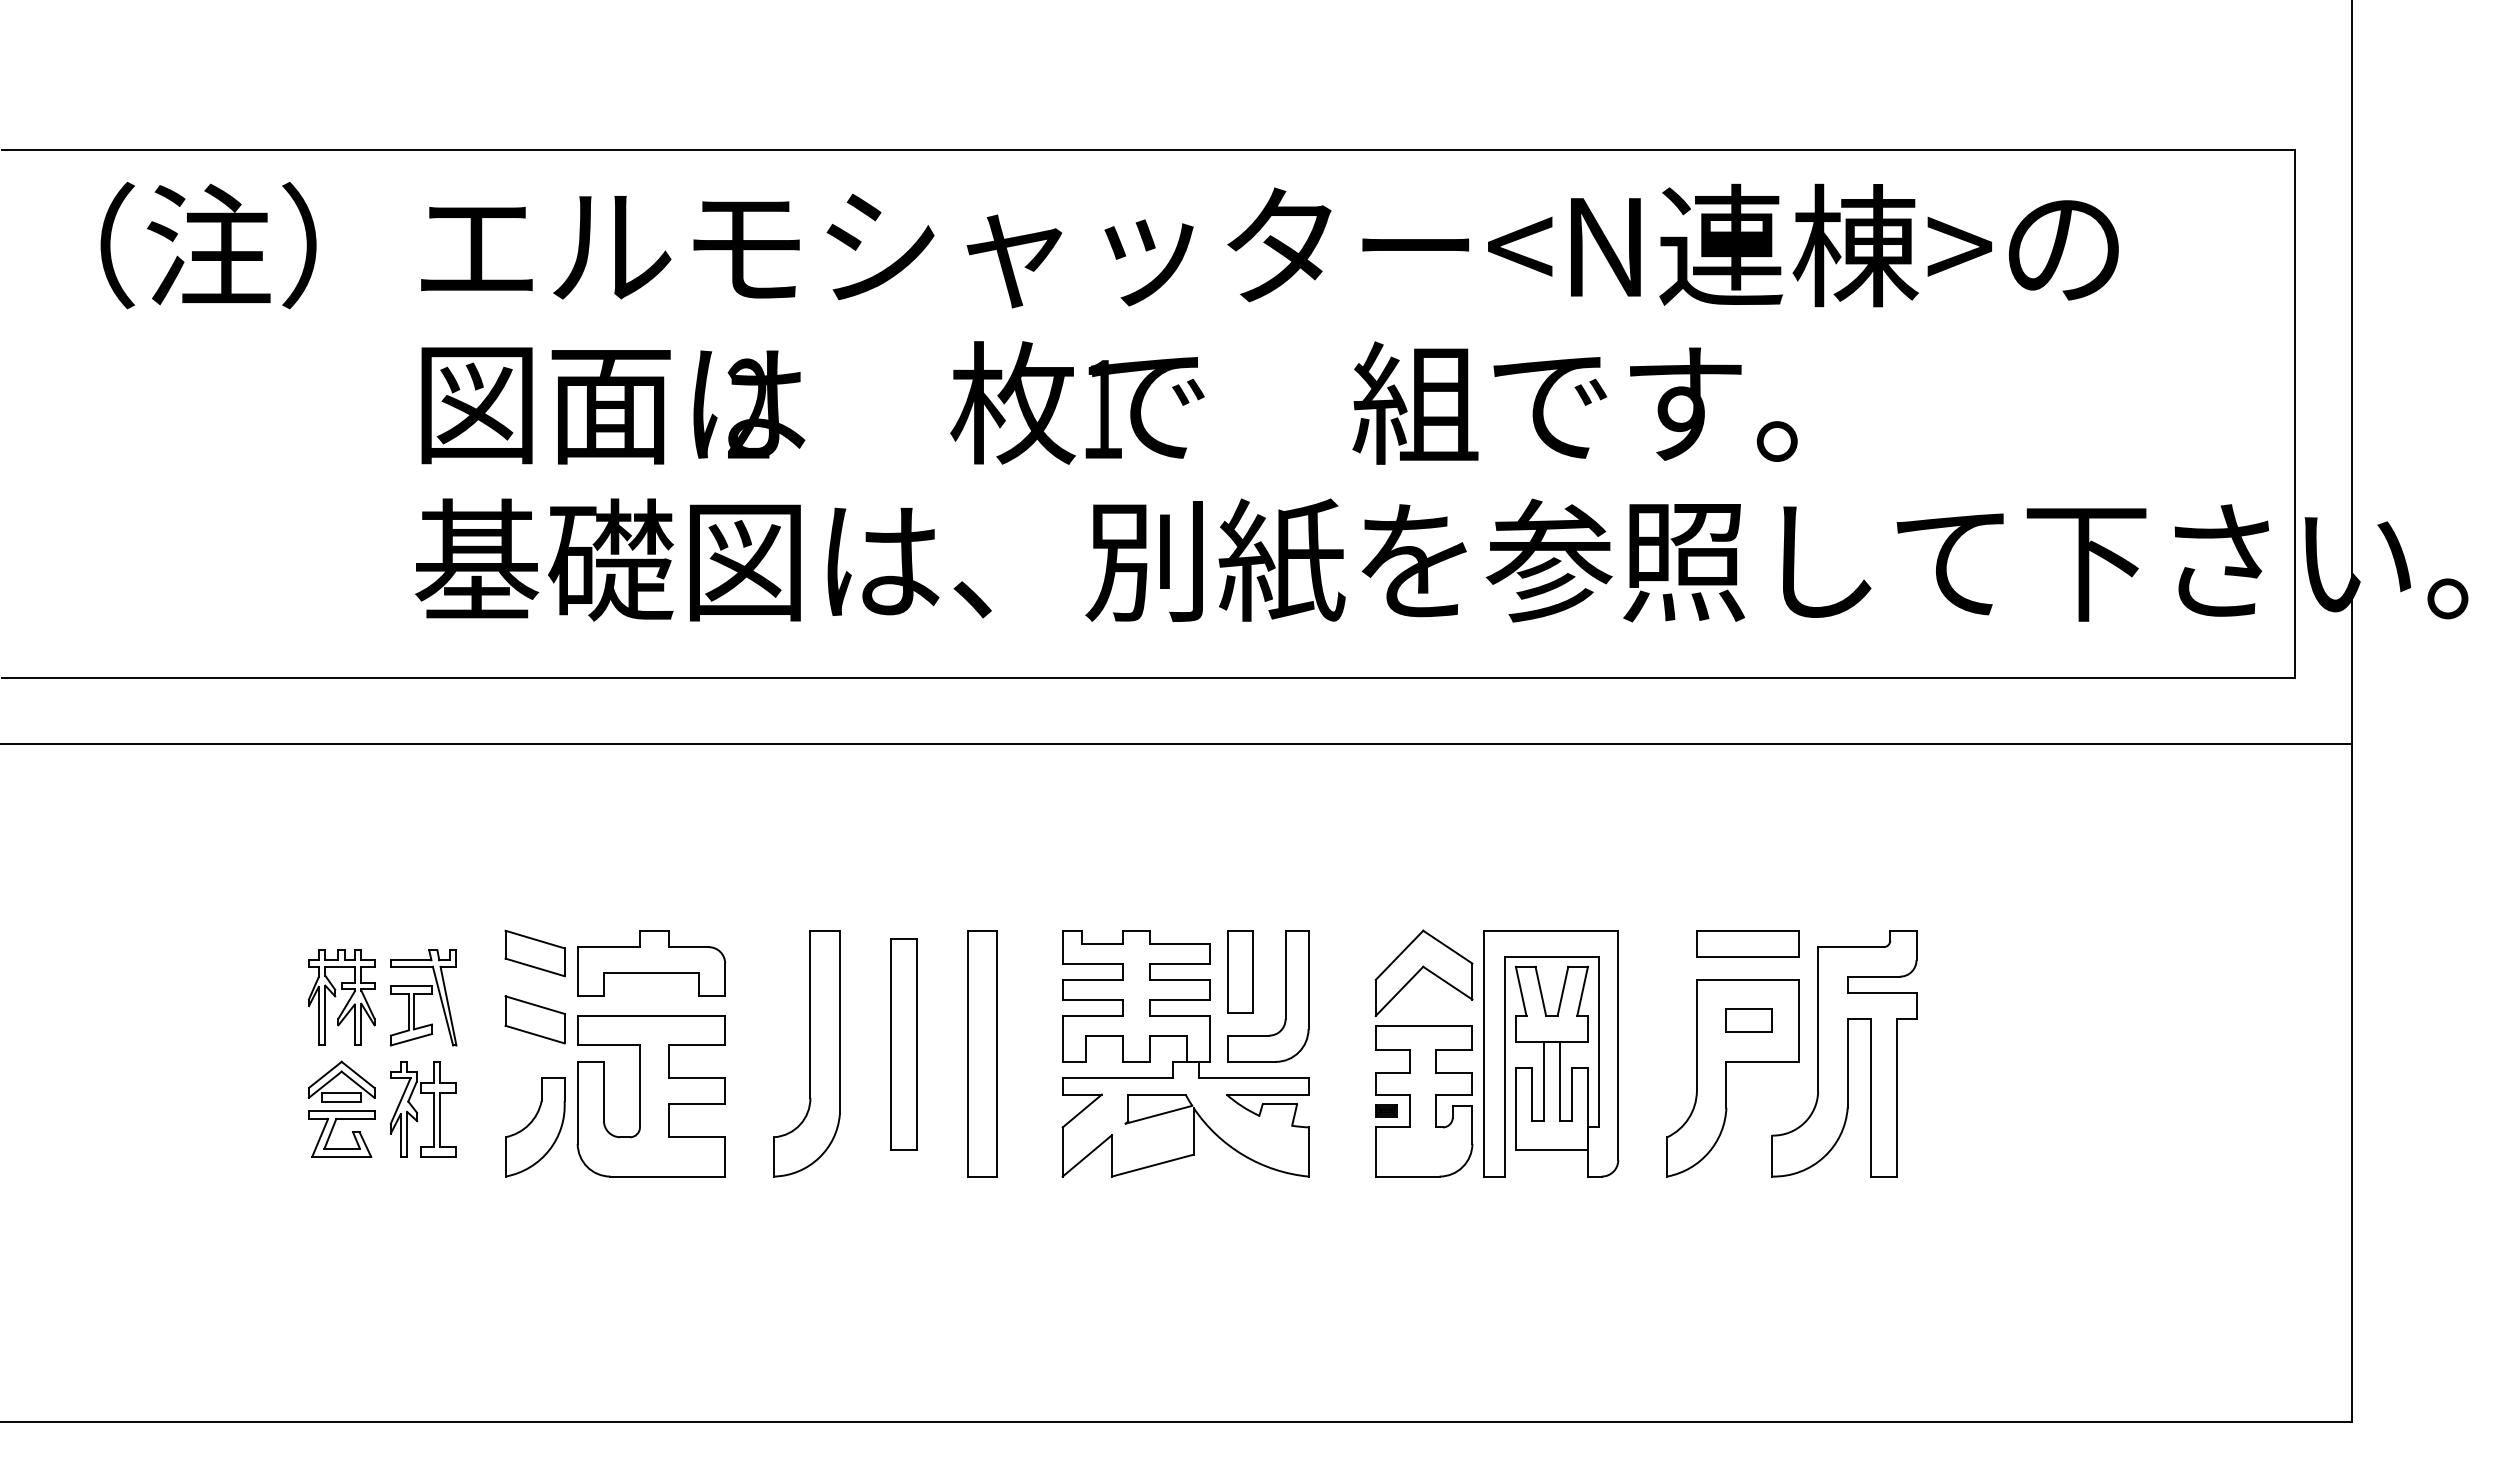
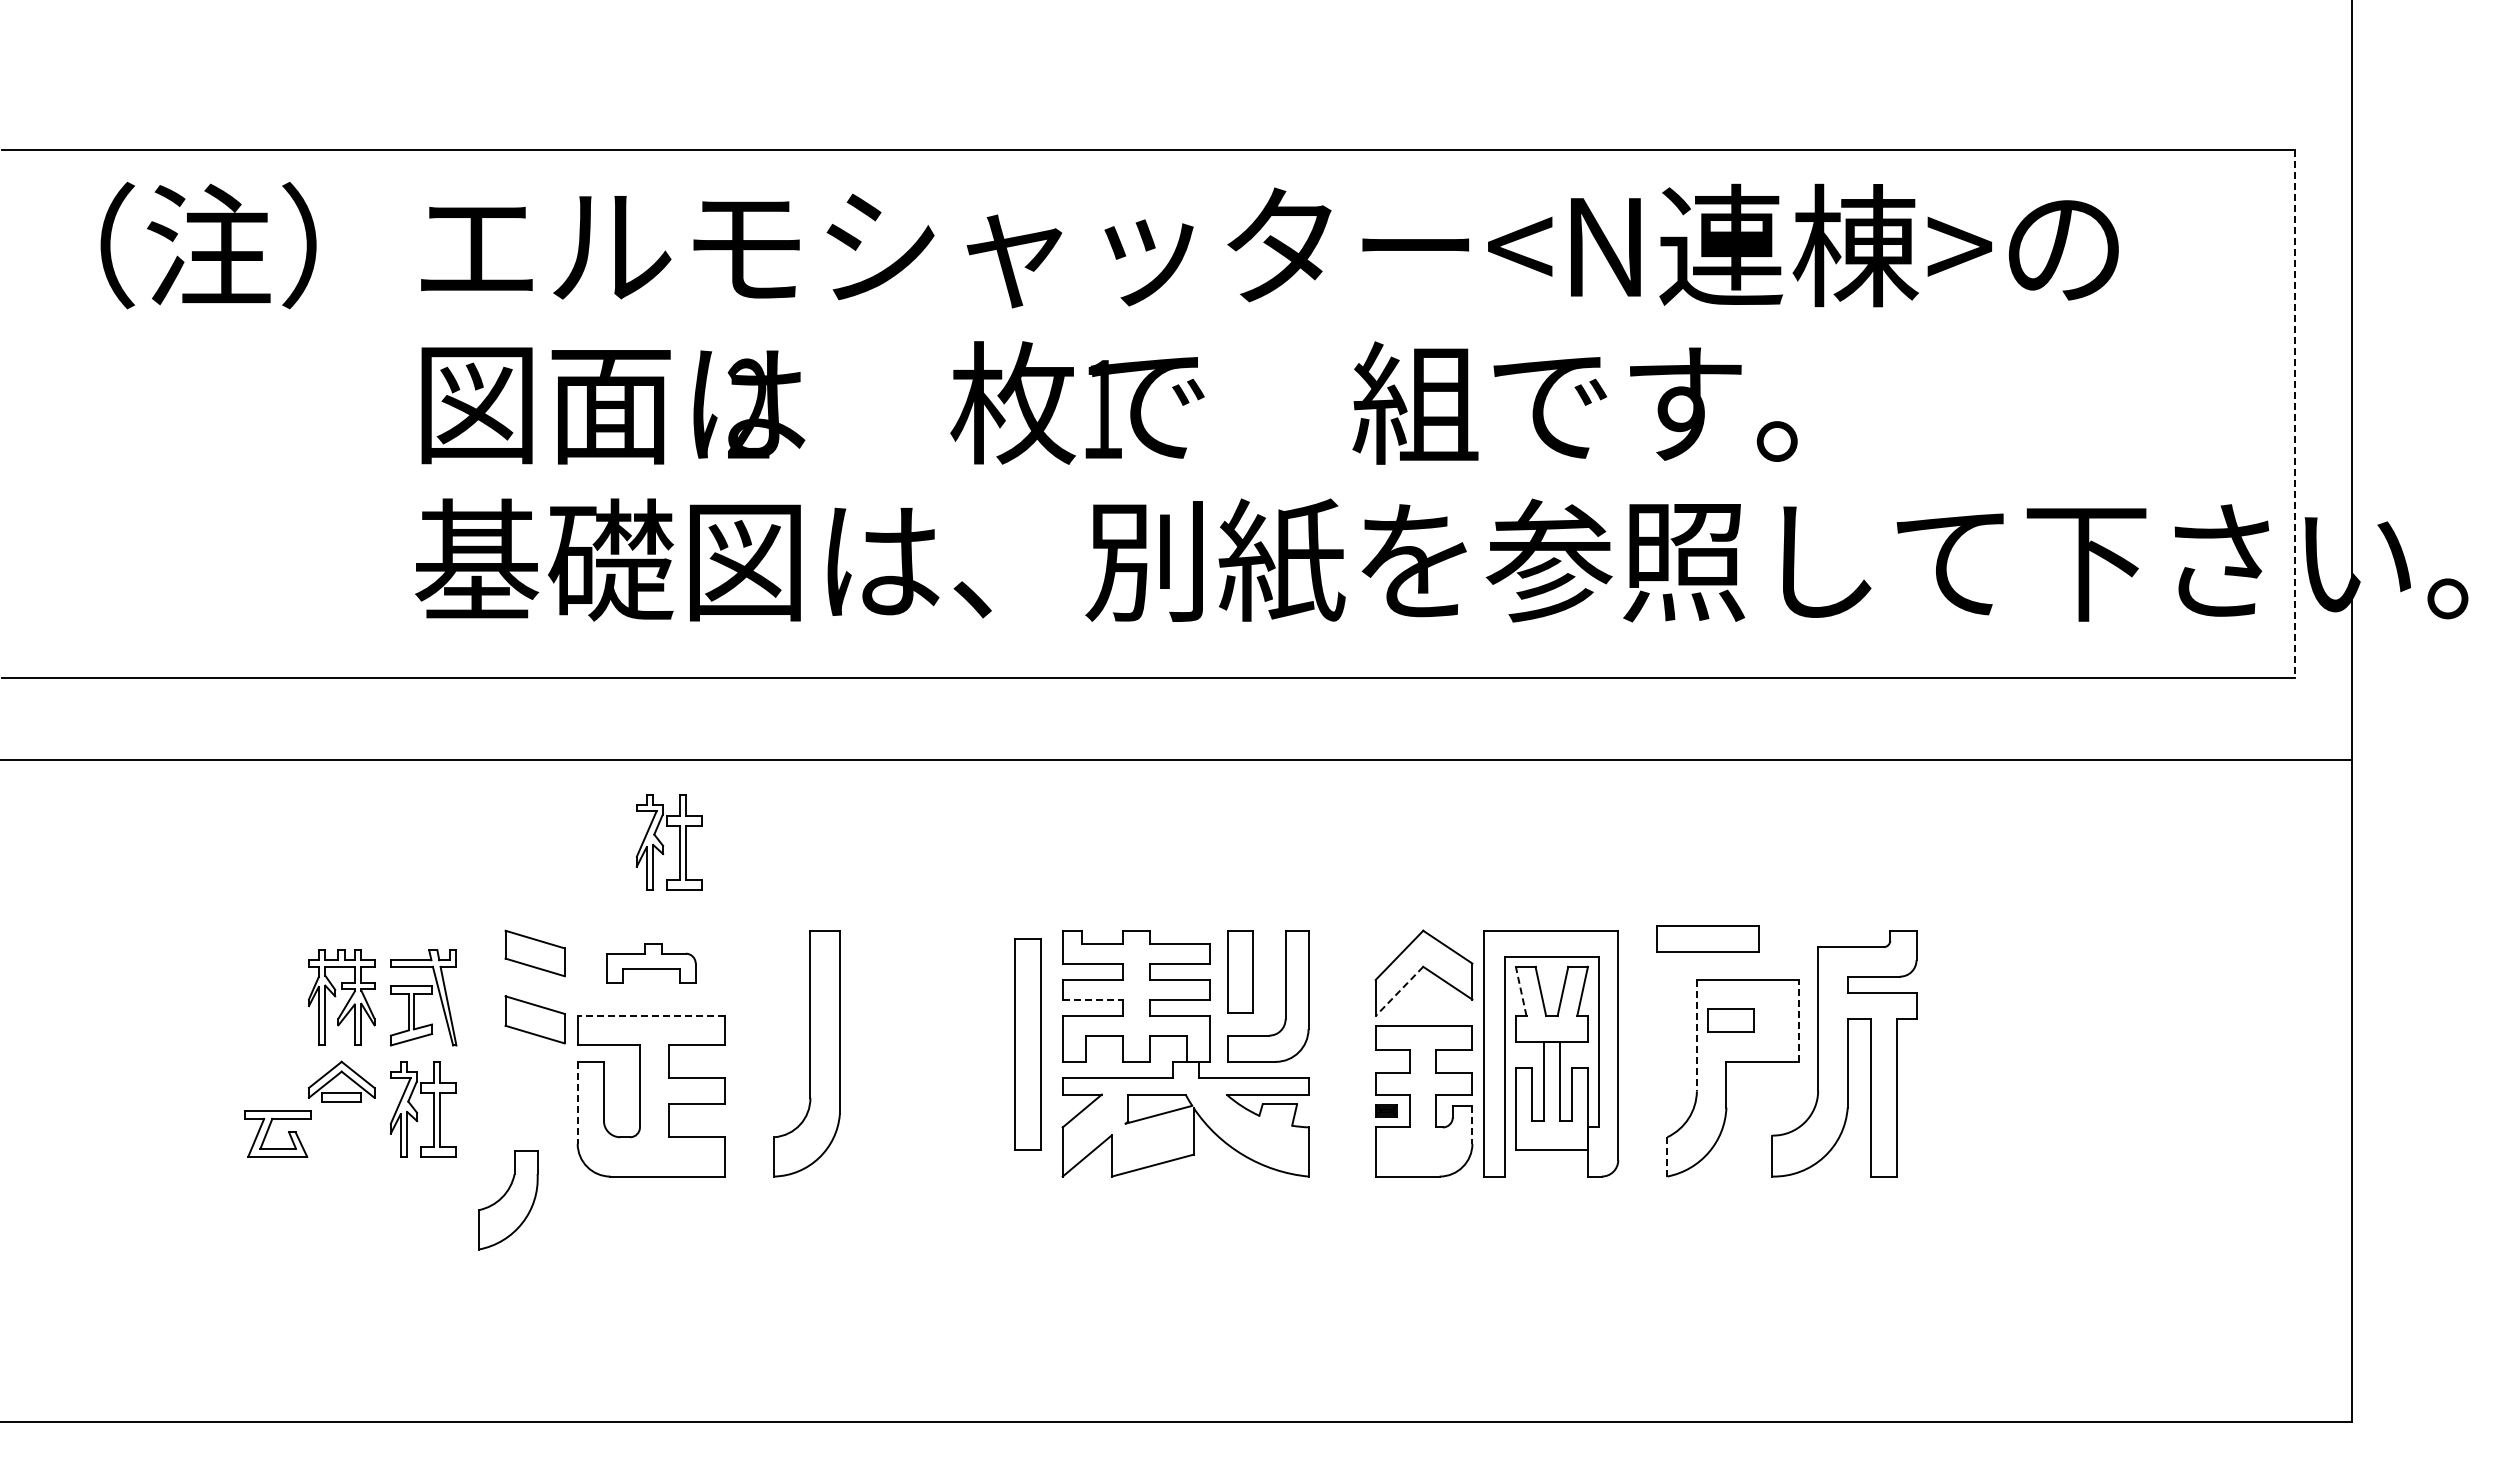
line at (2295, 414): solid -> dashed
line at (1176, 743) position: (1176, 743) -> (1176, 759)
part at (668, 842): none -> present
part at (1747, 943) position: (1747, 943) -> (1707, 938)
part at (651, 963) size: 149x67 px -> 91x41 px
line at (1521, 990): solid -> dashed
line at (1399, 991): solid -> dashed
line at (1093, 999): solid -> dashed
line at (651, 1015): solid -> dashed
part at (1748, 1020) position: (1748, 1020) -> (1730, 1020)
line at (1798, 1020): solid -> dashed
line at (1696, 1035): solid -> dashed
part at (903, 1044) position: (903, 1044) -> (1027, 1044)
part at (982, 1053): present -> none
line at (577, 1102): solid -> dashed
line at (1472, 1124): solid -> dashed
part at (535, 1127) position: (535, 1127) -> (508, 1200)
part at (333, 1129) position: (333, 1129) -> (269, 1129)
line at (1667, 1156): solid -> dashed
